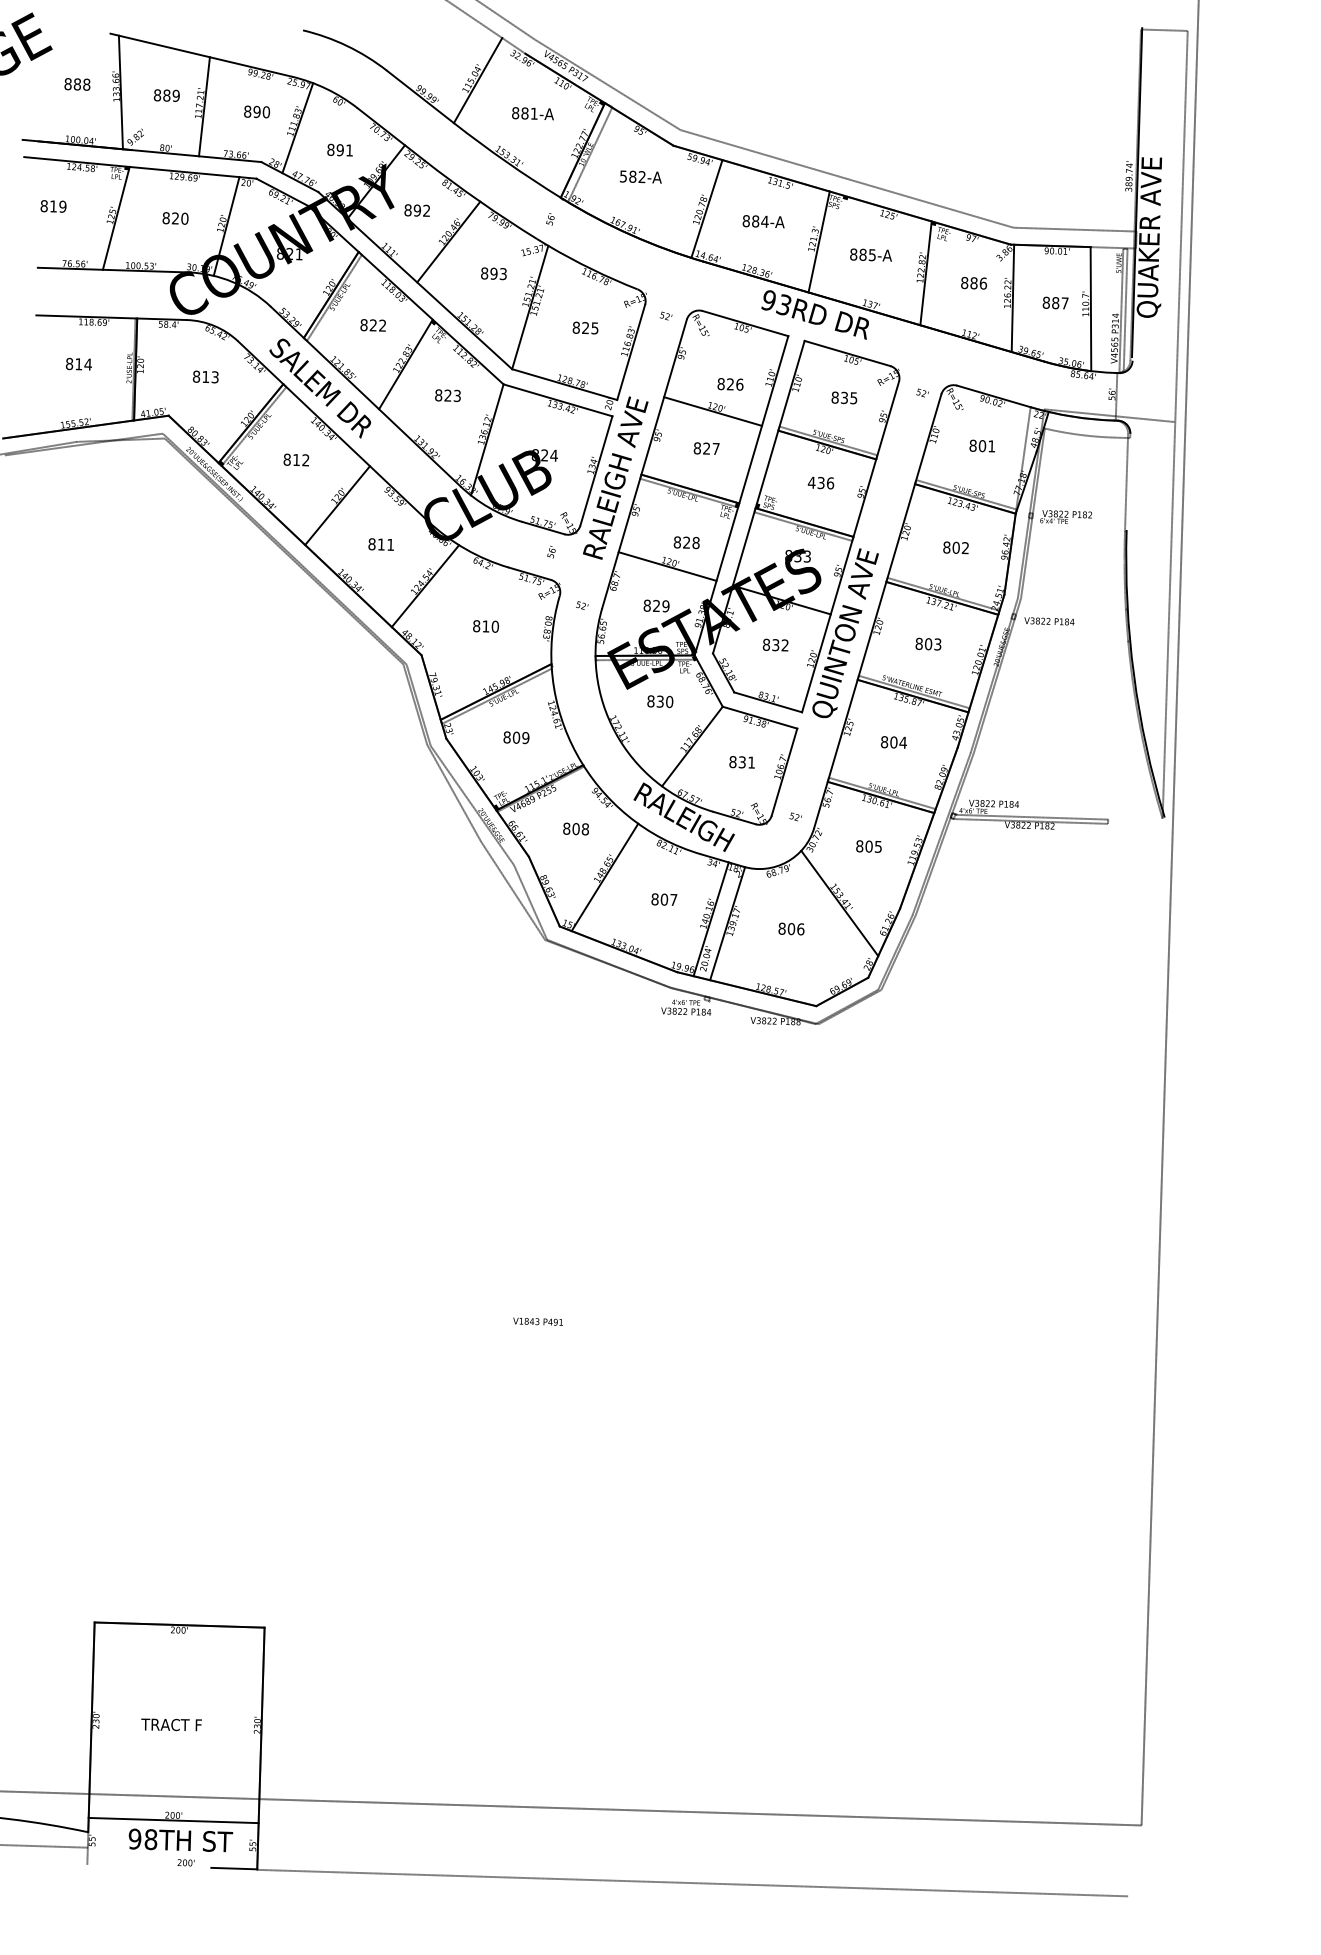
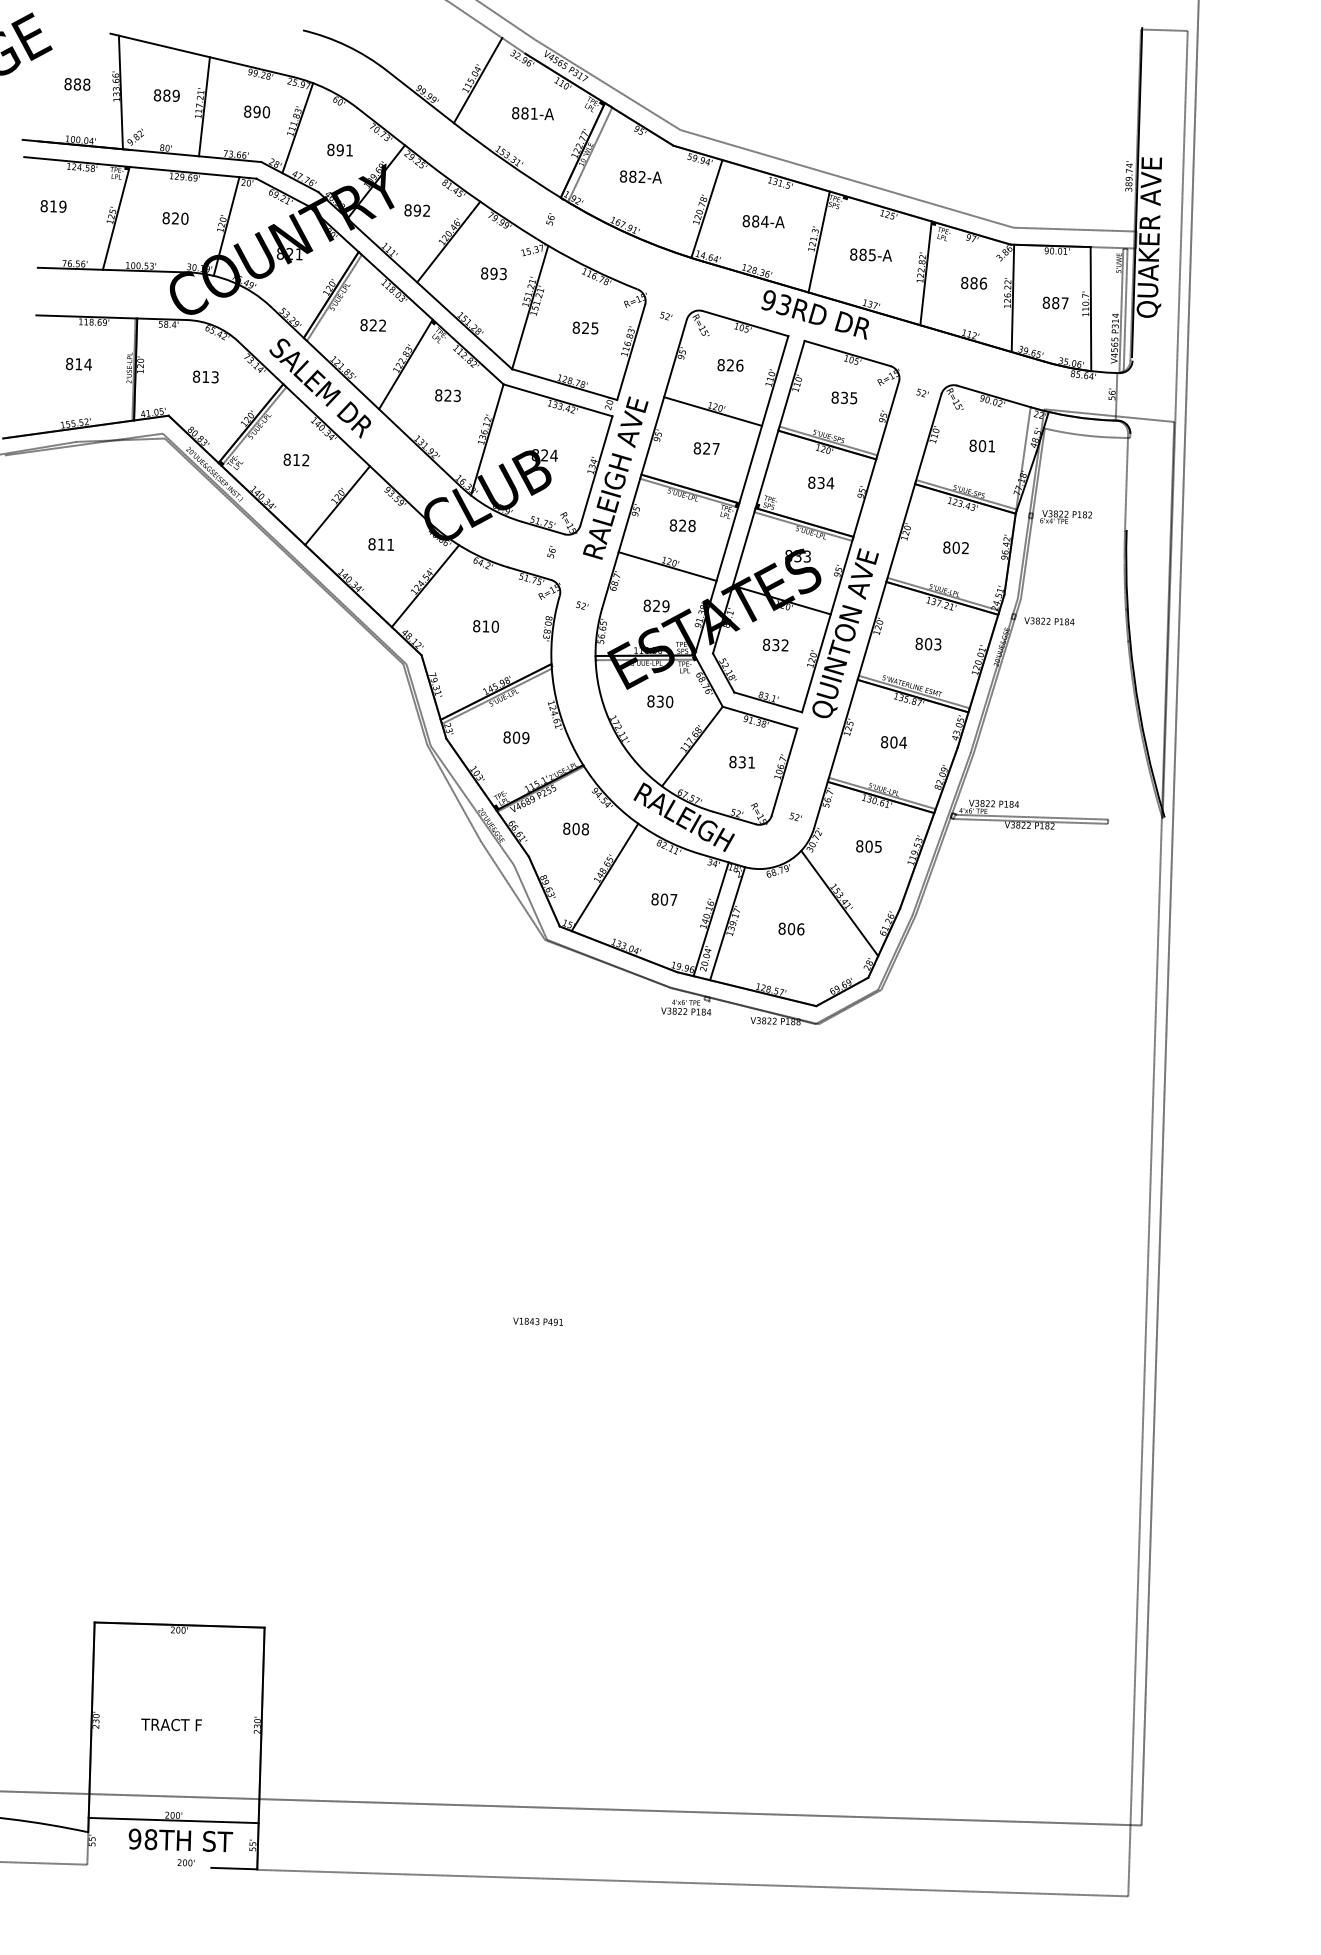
text at (623, 176): 582-A -> 882-A
text at (730, 384) position: (730, 384) -> (730, 365)
text at (820, 482): 436 -> 834
text at (686, 542) position: (686, 542) -> (682, 525)
line at (1151, 1158): none -> present
line at (45, 1846) position: (45, 1846) -> (44, 1863)
